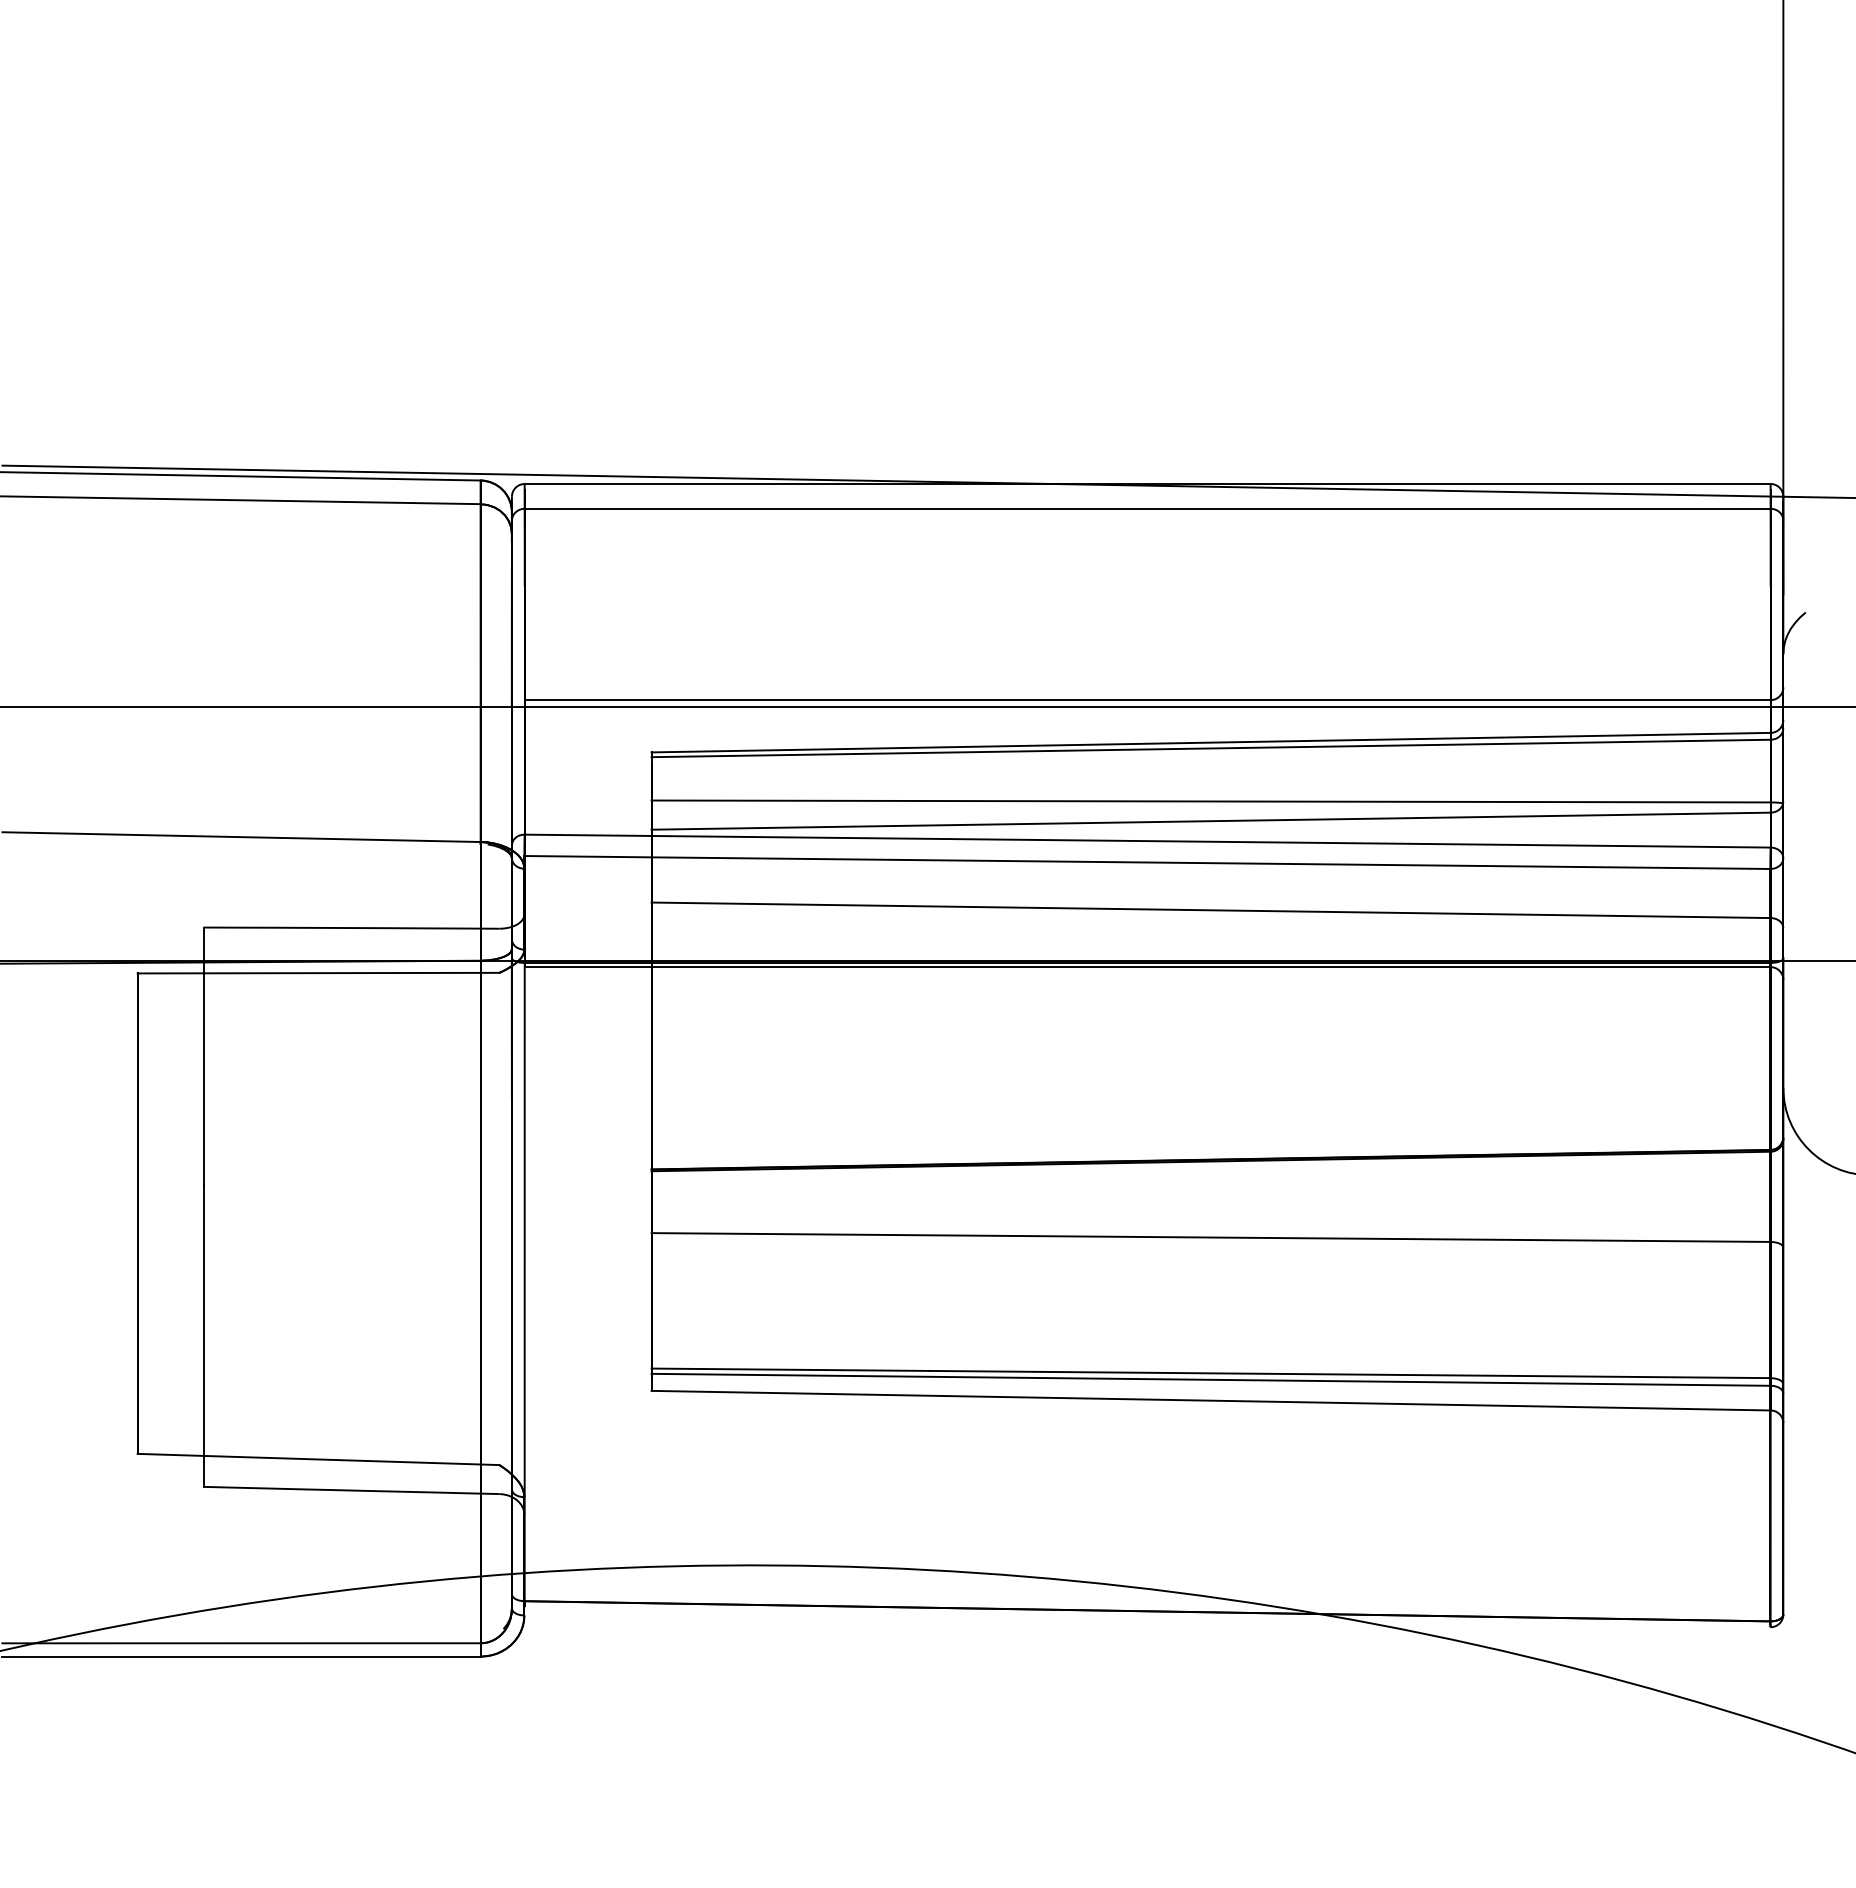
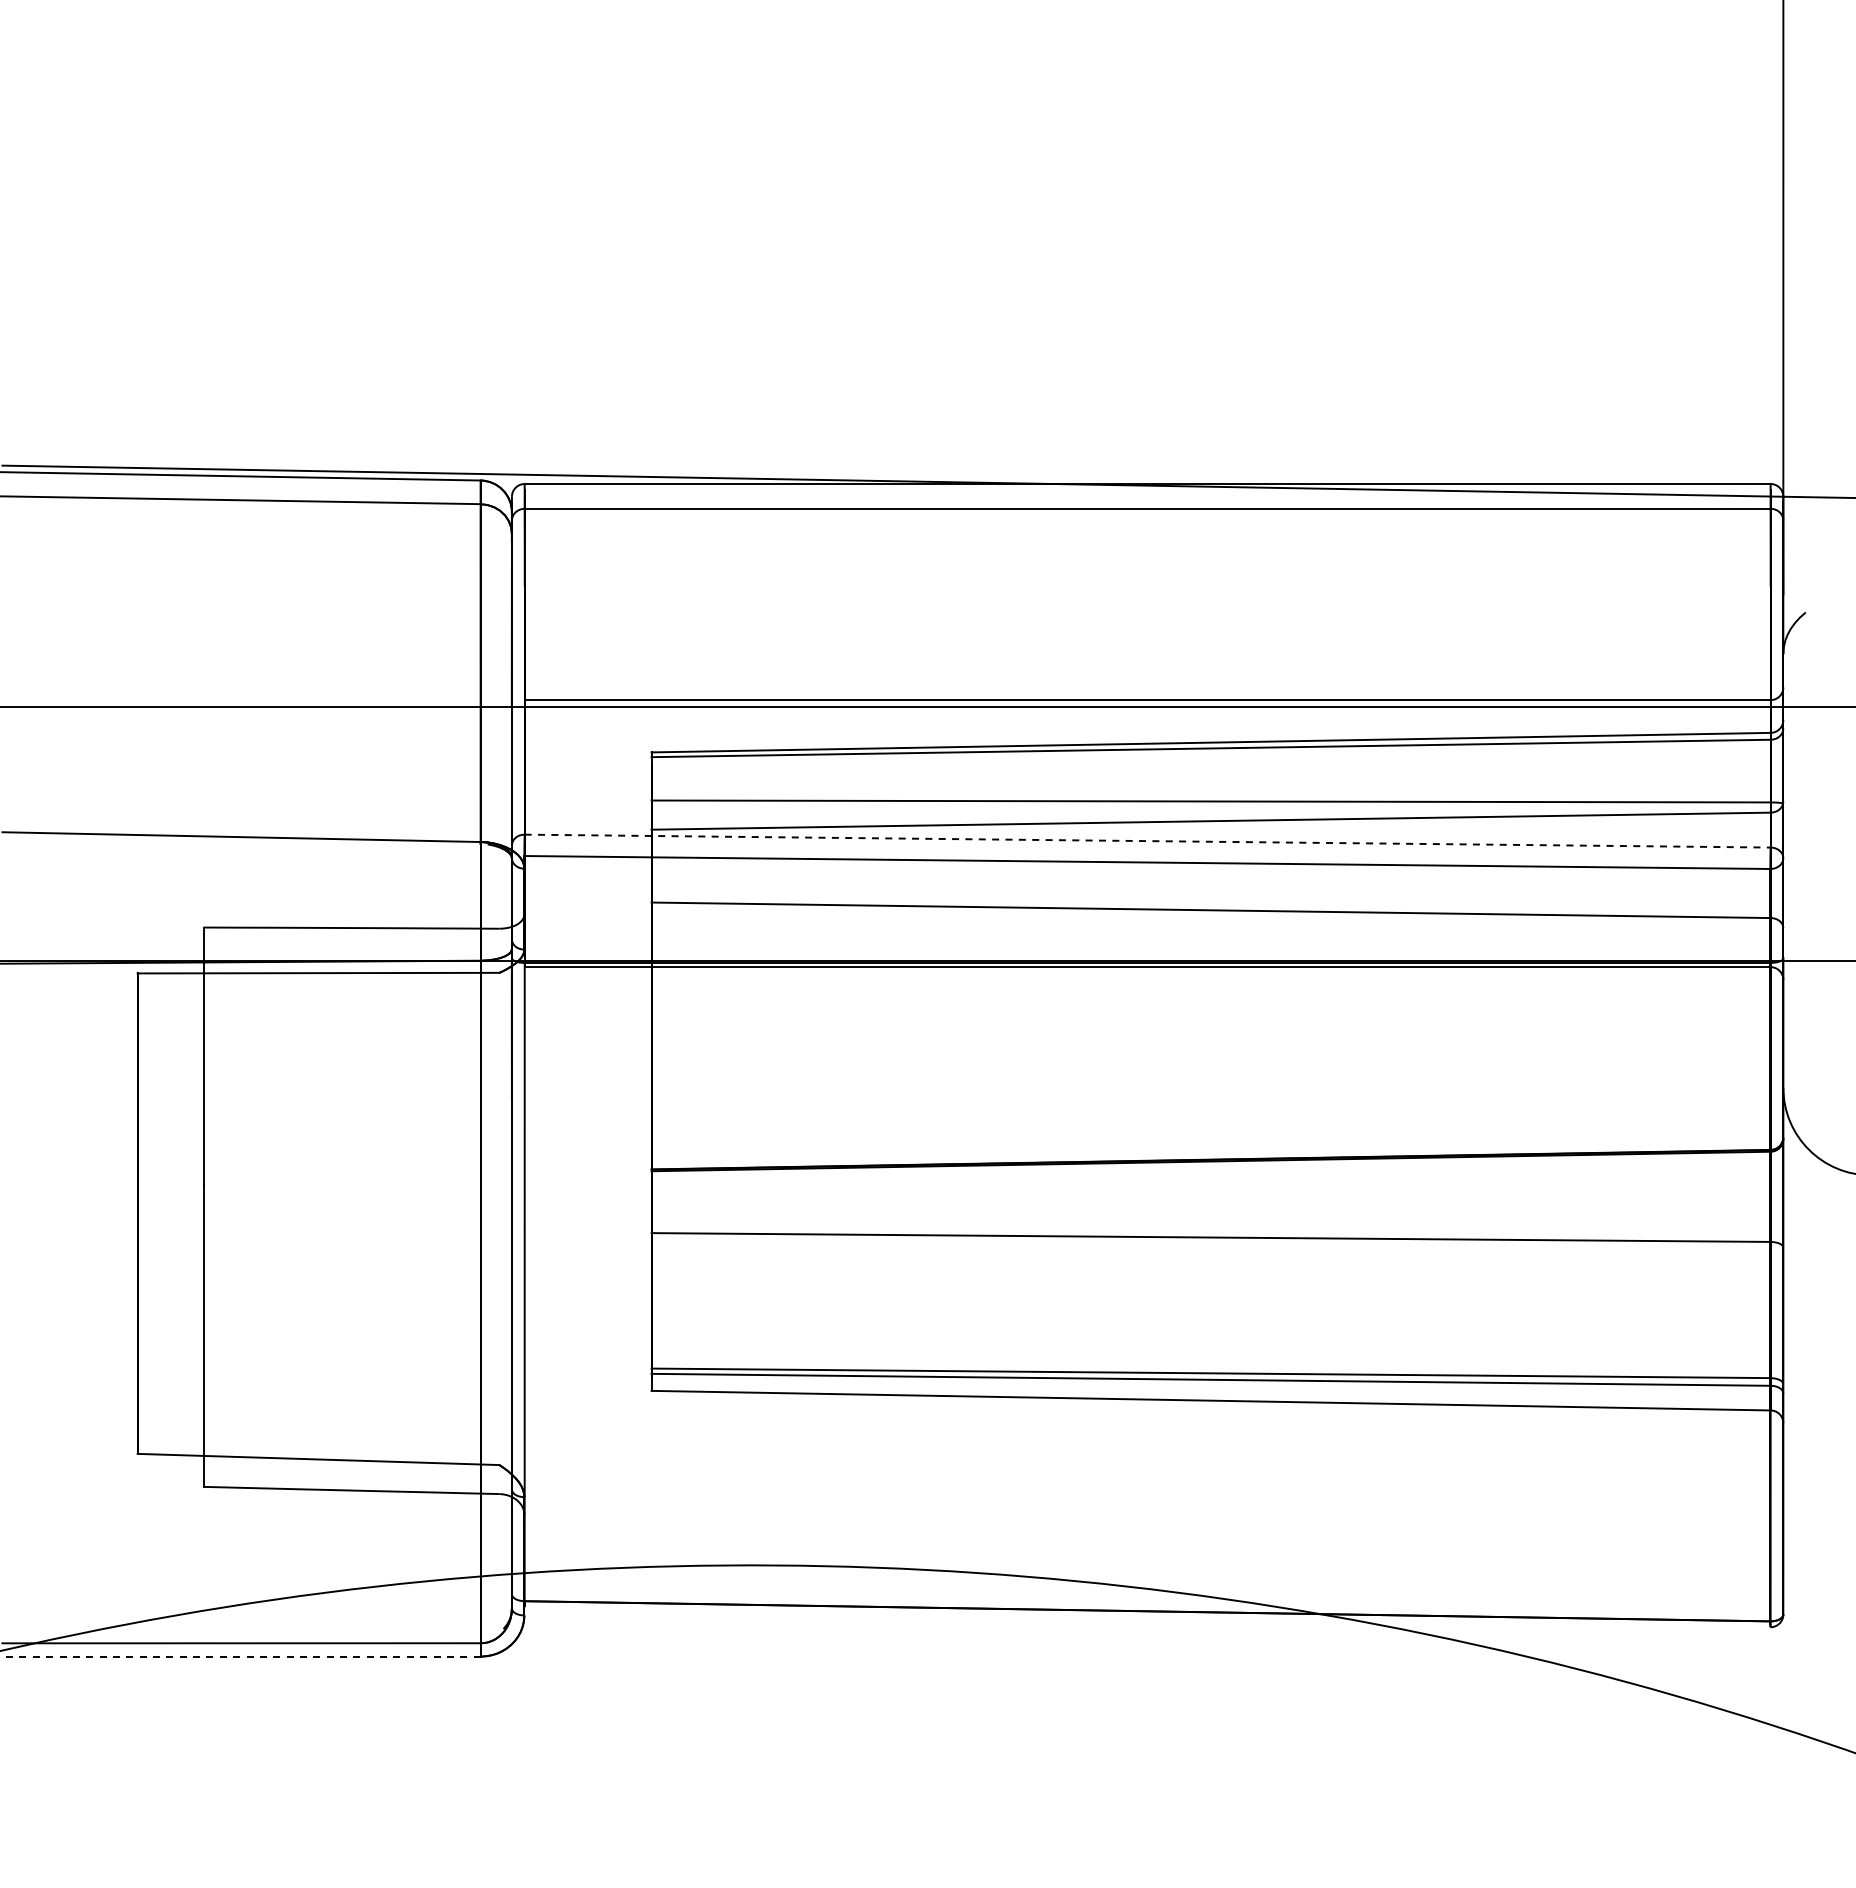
line at (1148, 841): solid -> dashed
line at (241, 1656): solid -> dashed
